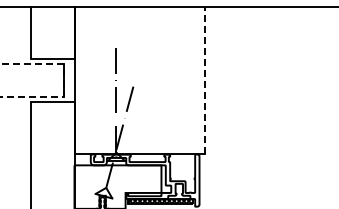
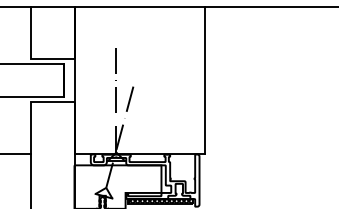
line at (204, 80): dashed -> solid
line at (63, 81): dashed -> solid
line at (16, 154): none -> present
